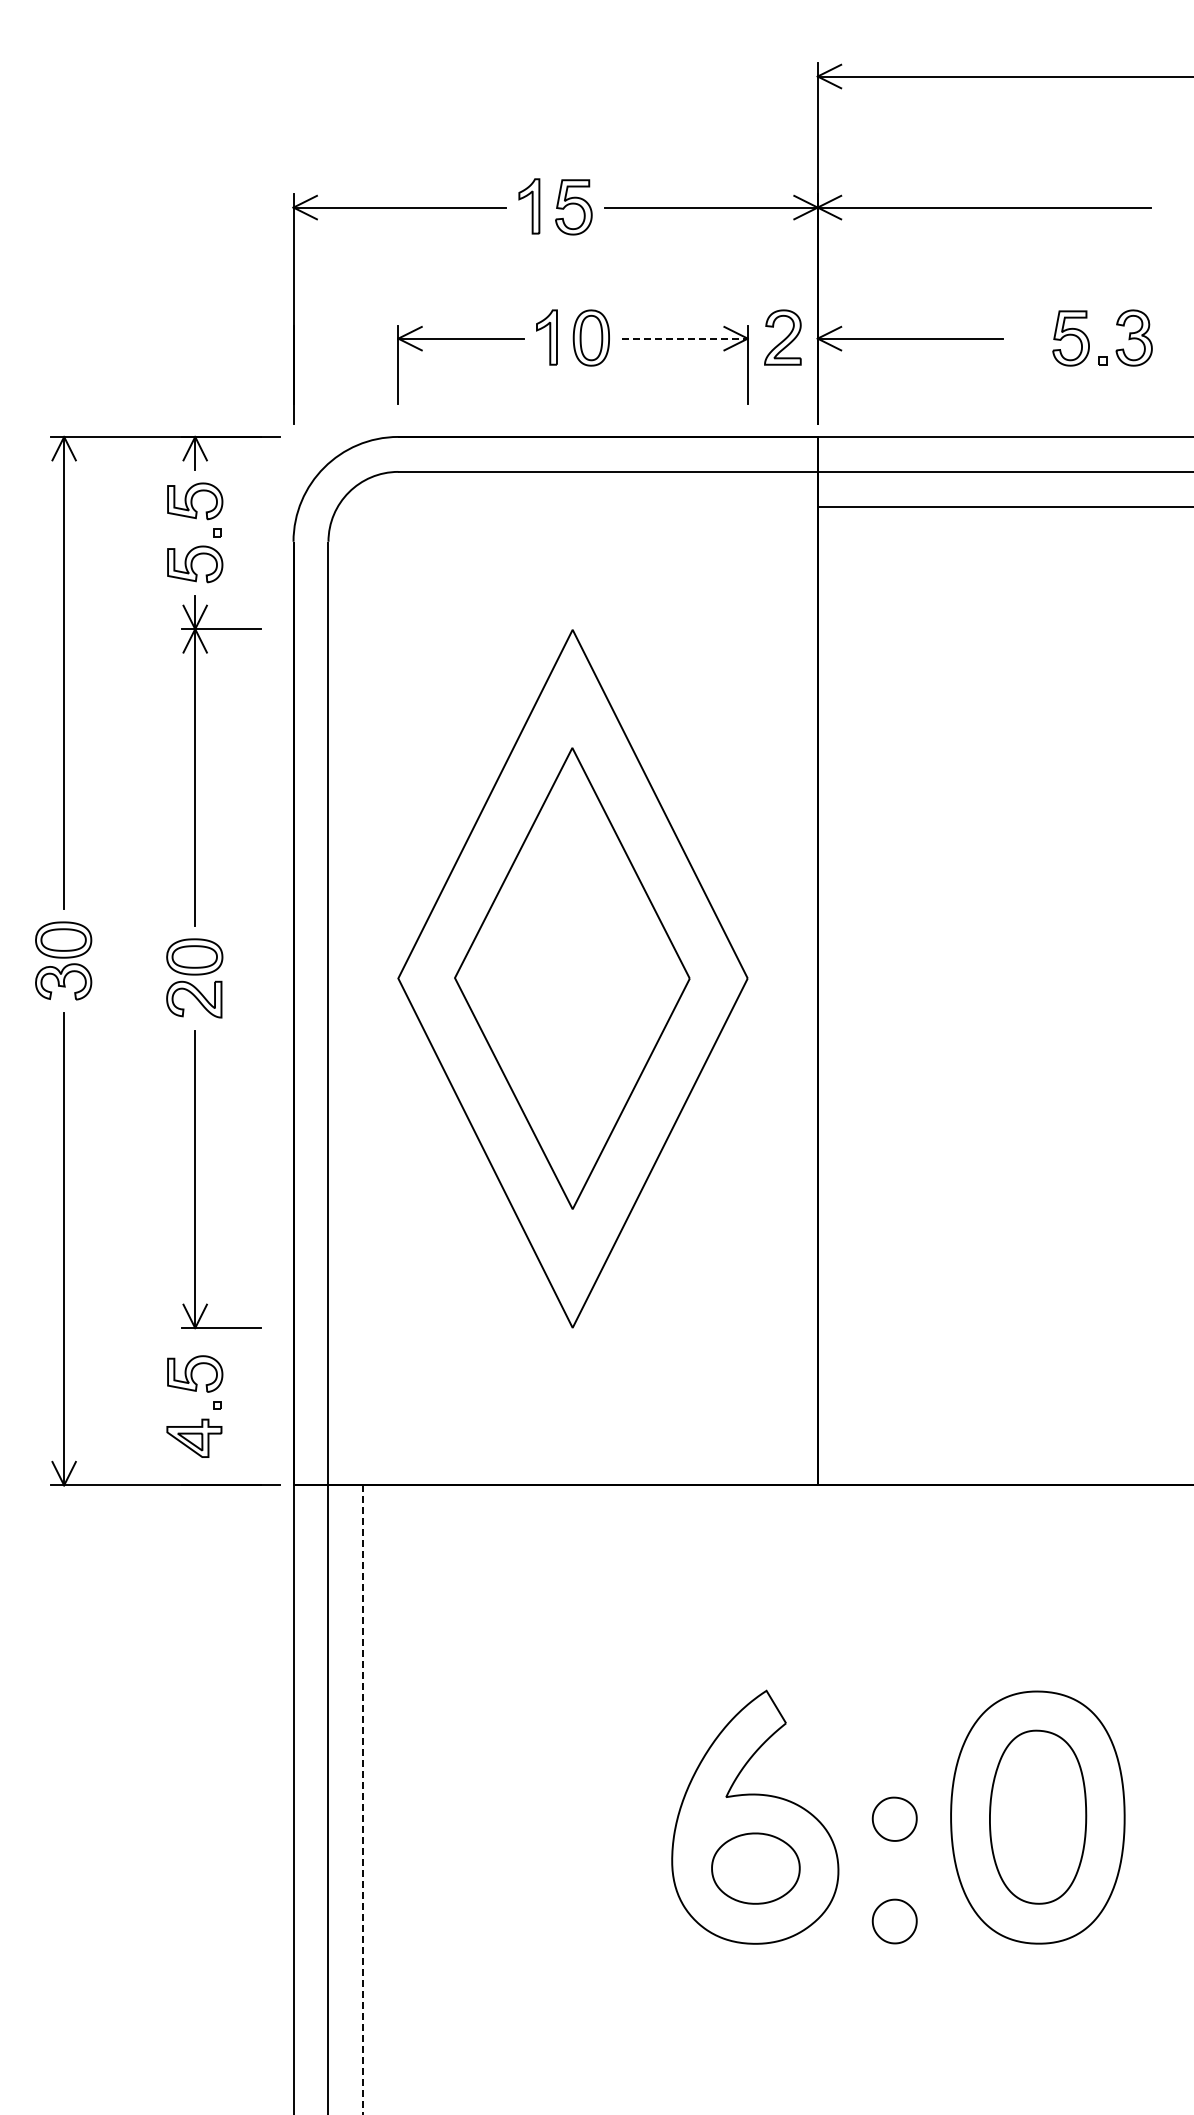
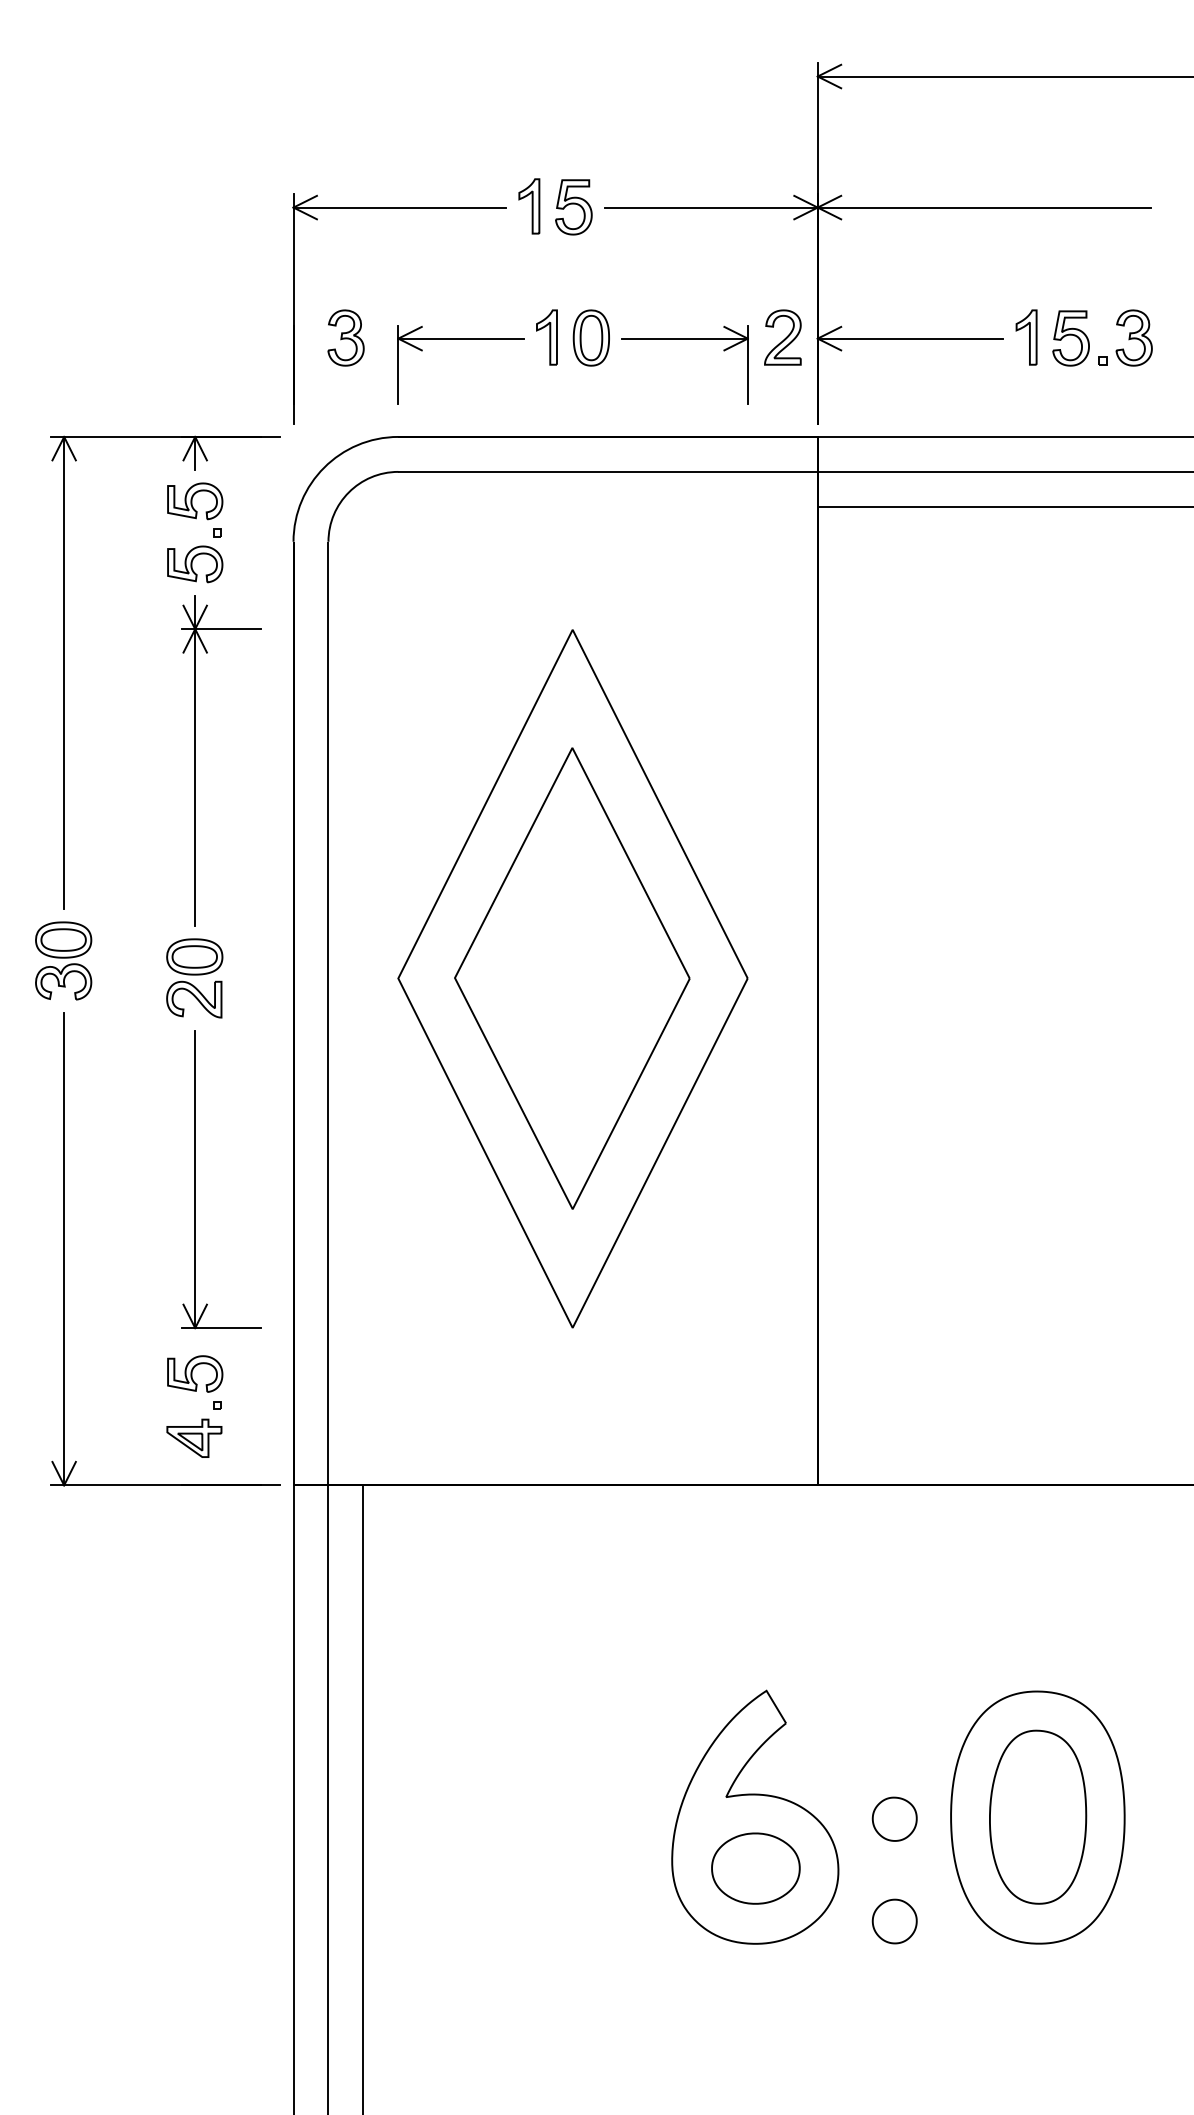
part at (345, 337): none -> present
part at (1026, 337): none -> present
line at (685, 338): dashed -> solid
line at (363, 1800): dashed -> solid
